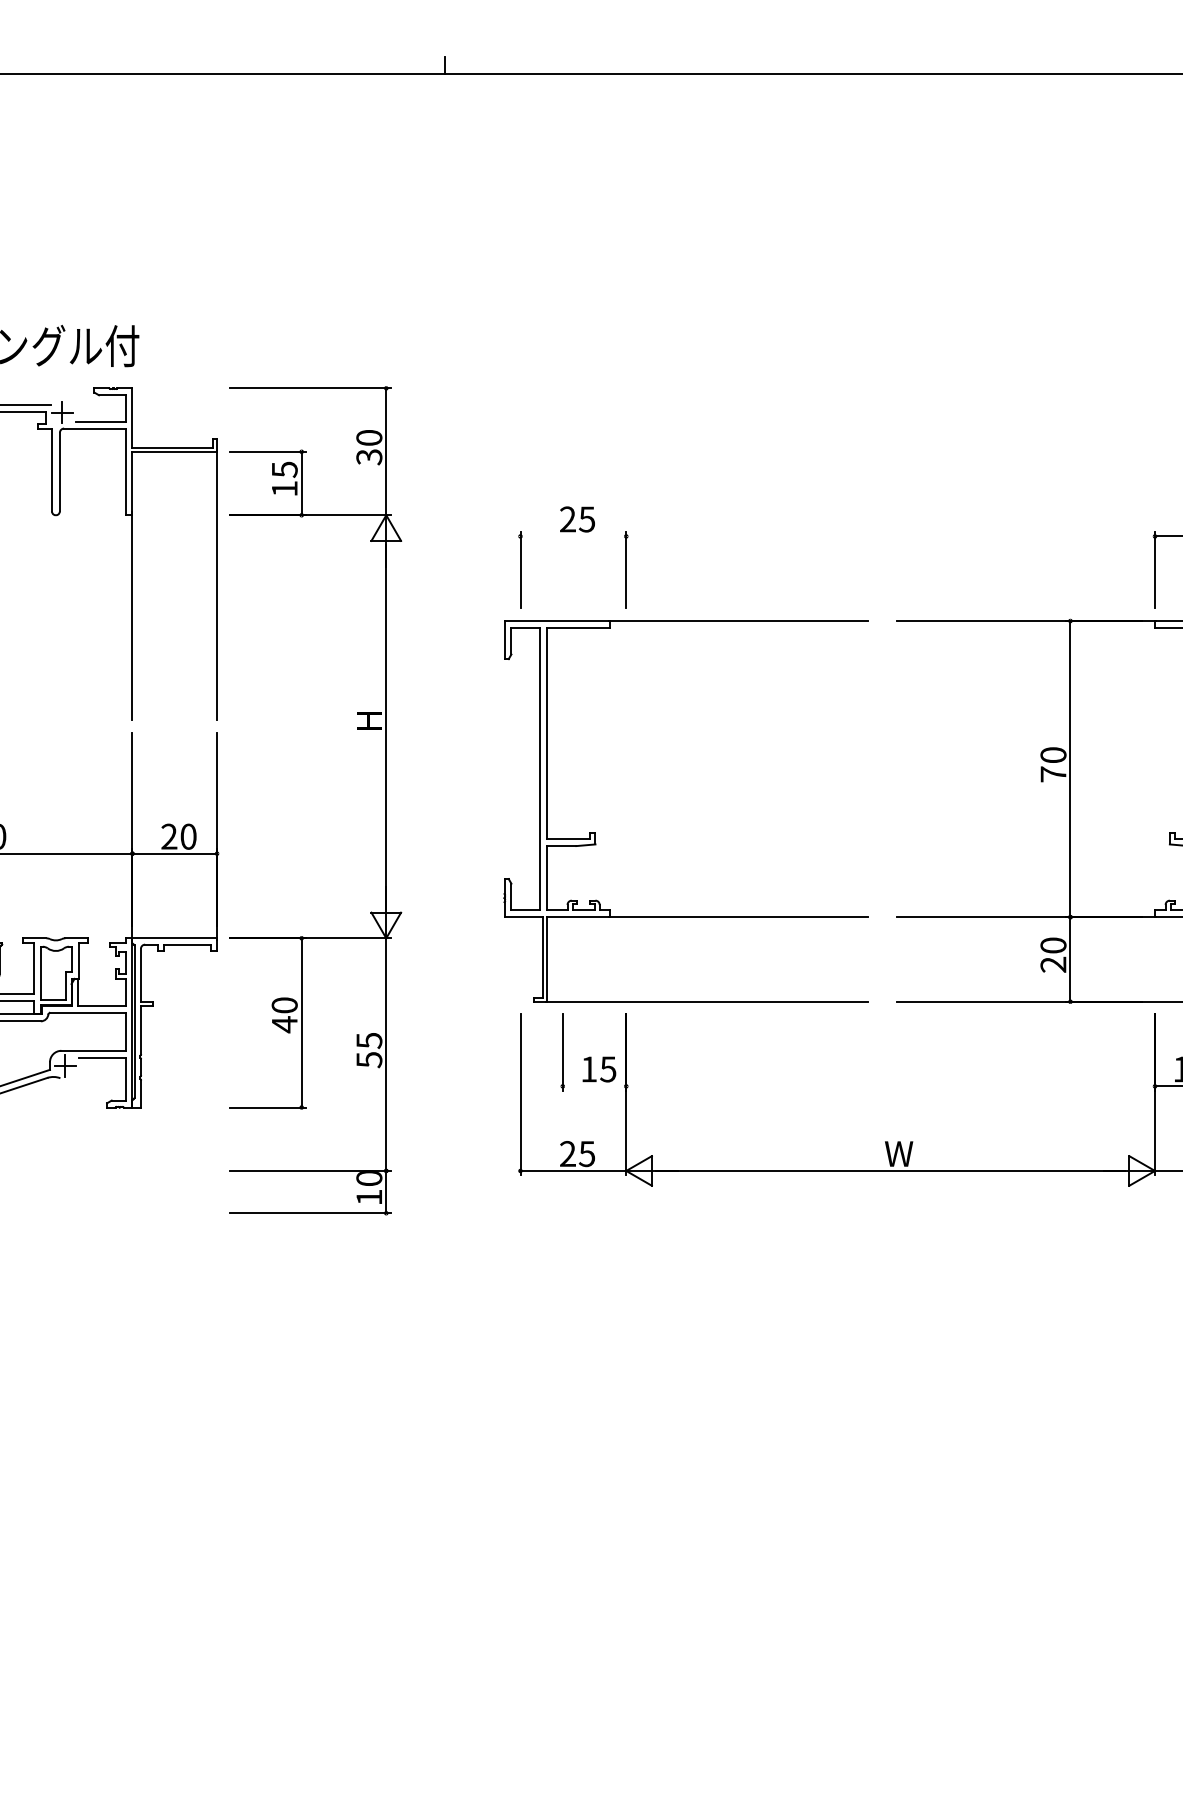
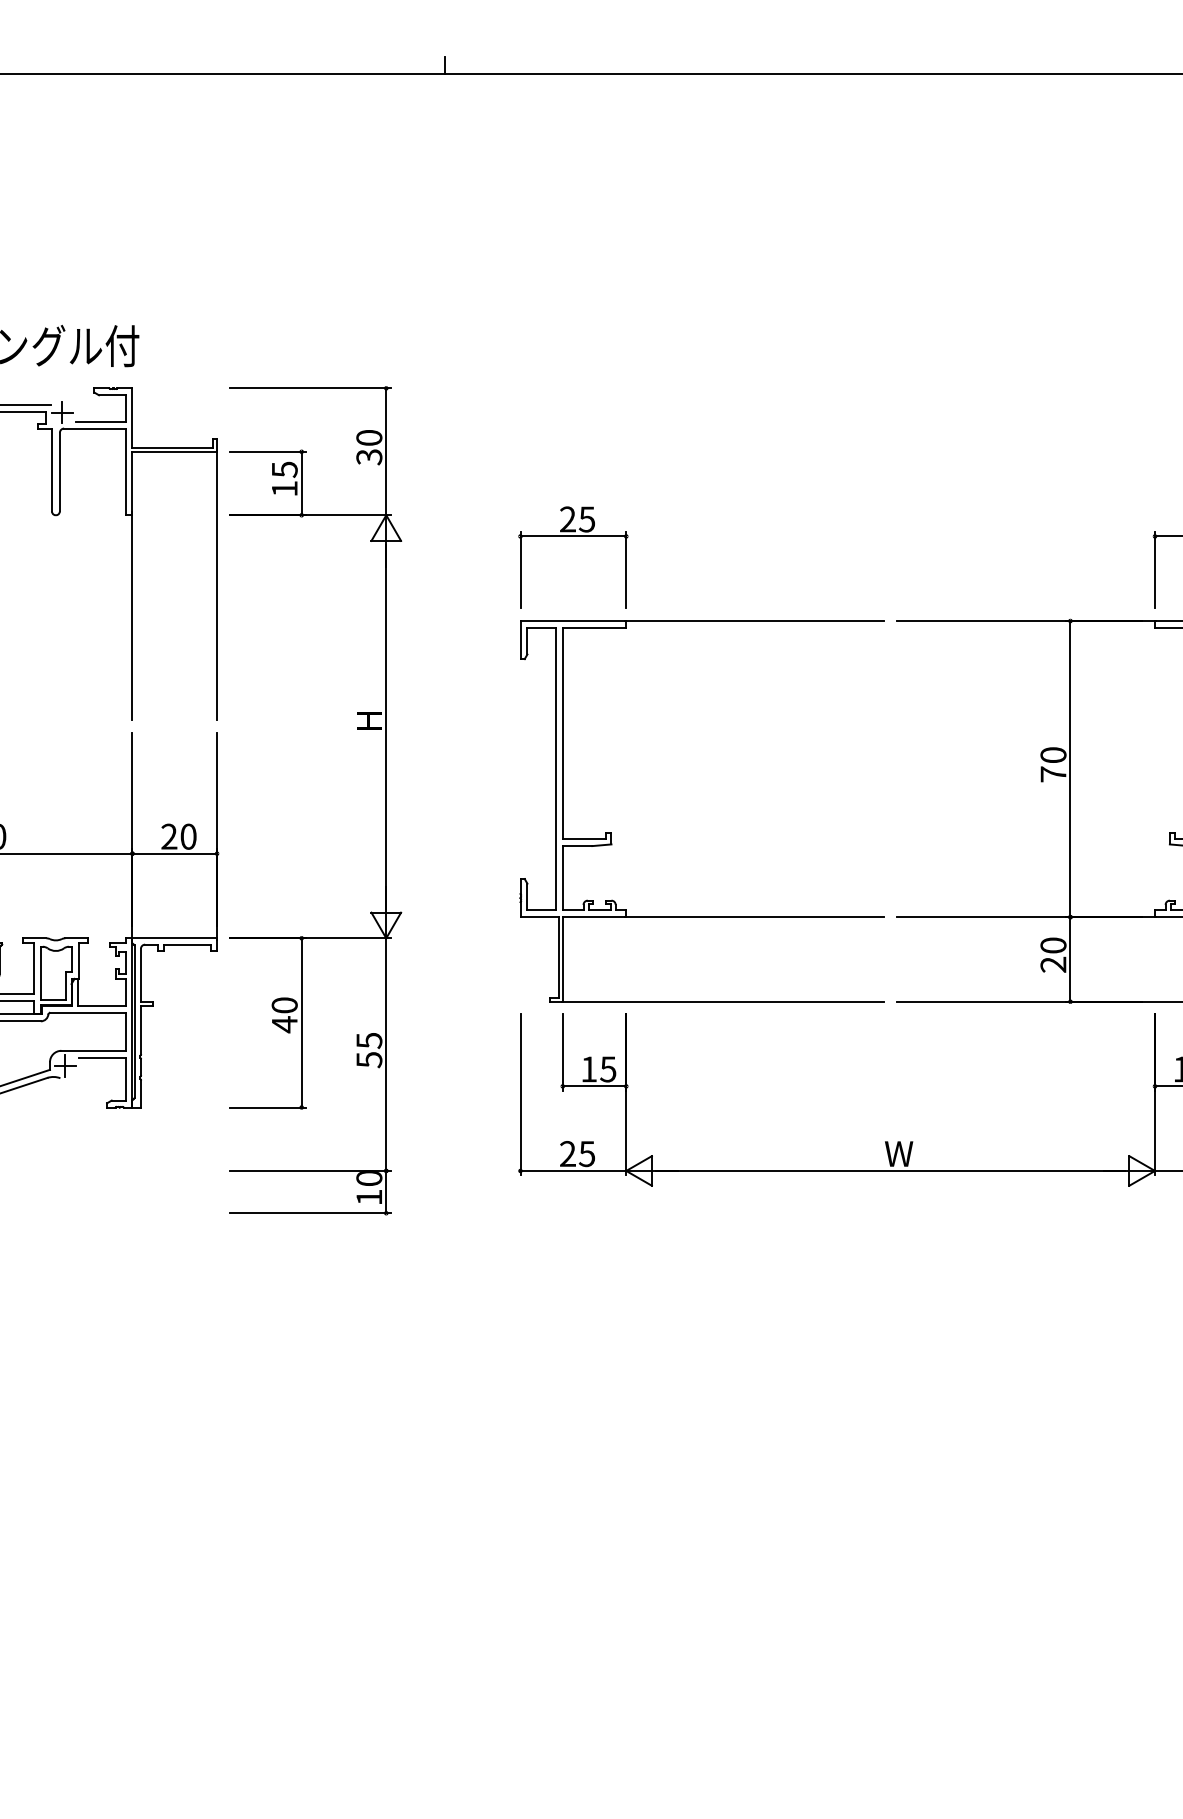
line at (573, 536): none -> present
part at (595, 832) position: (595, 832) -> (611, 832)
line at (594, 1086): none -> present
